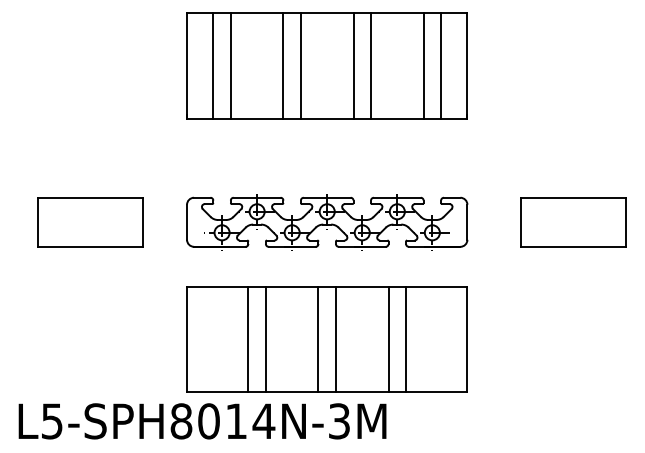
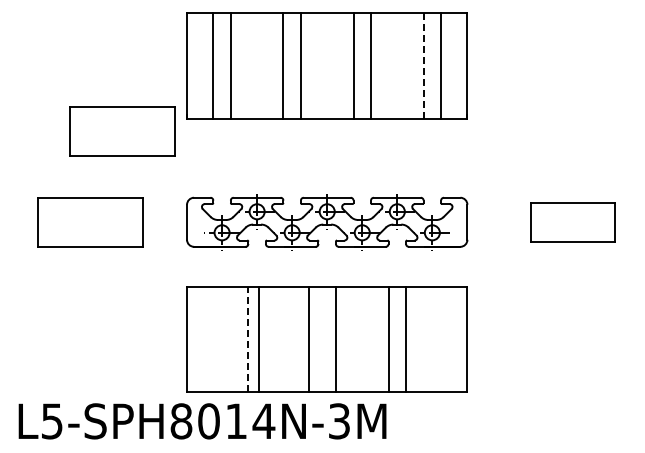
line at (423, 66): solid -> dashed
part at (122, 131): none -> present
part at (573, 222) size: 107x51 px -> 86x41 px
line at (248, 339): solid -> dashed
line at (265, 339) position: (265, 339) -> (258, 339)
line at (318, 339) position: (318, 339) -> (309, 339)
